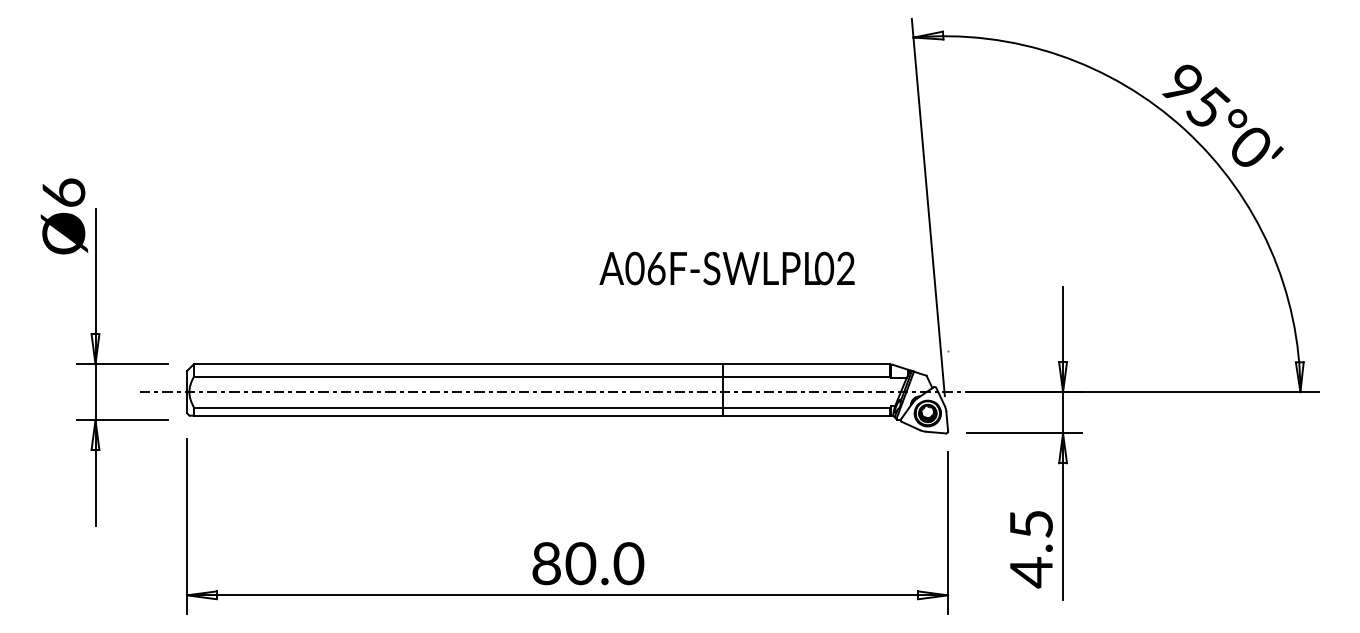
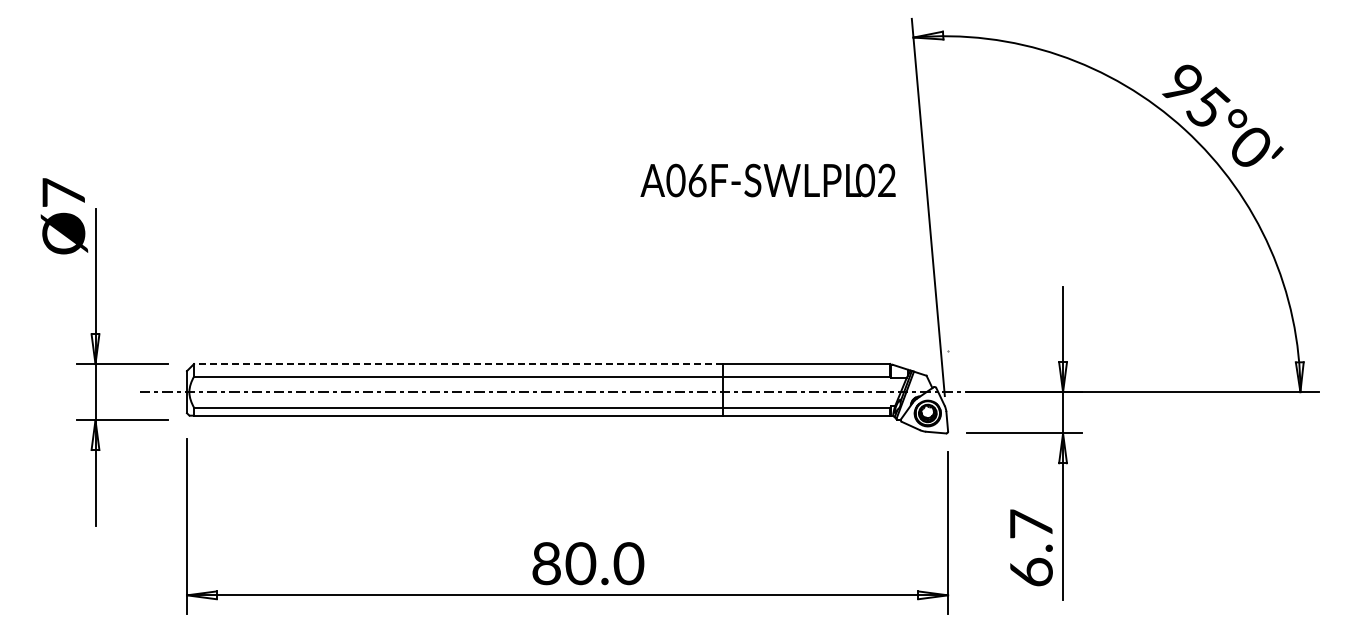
text at (63, 192): Ø6 -> Ø7
text at (726, 268) position: (726, 268) -> (767, 180)
line at (458, 364): solid -> dashed
text at (1031, 548): 4.5 -> 6.7
